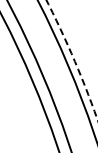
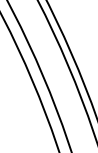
arc at (74, 59): dashed -> solid
